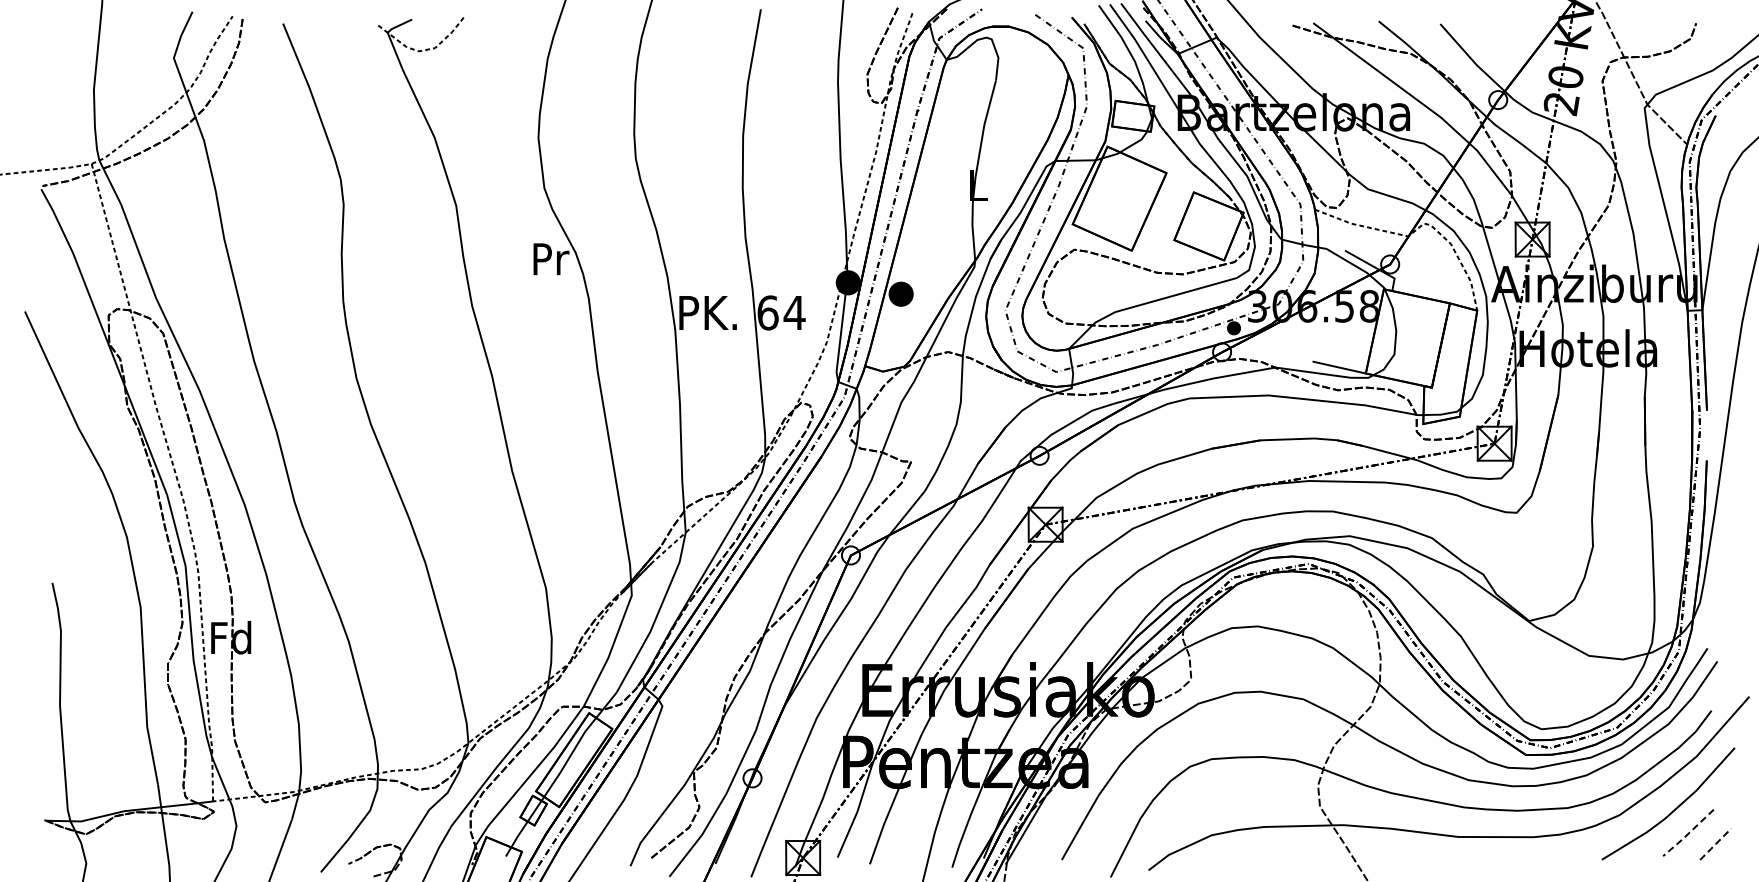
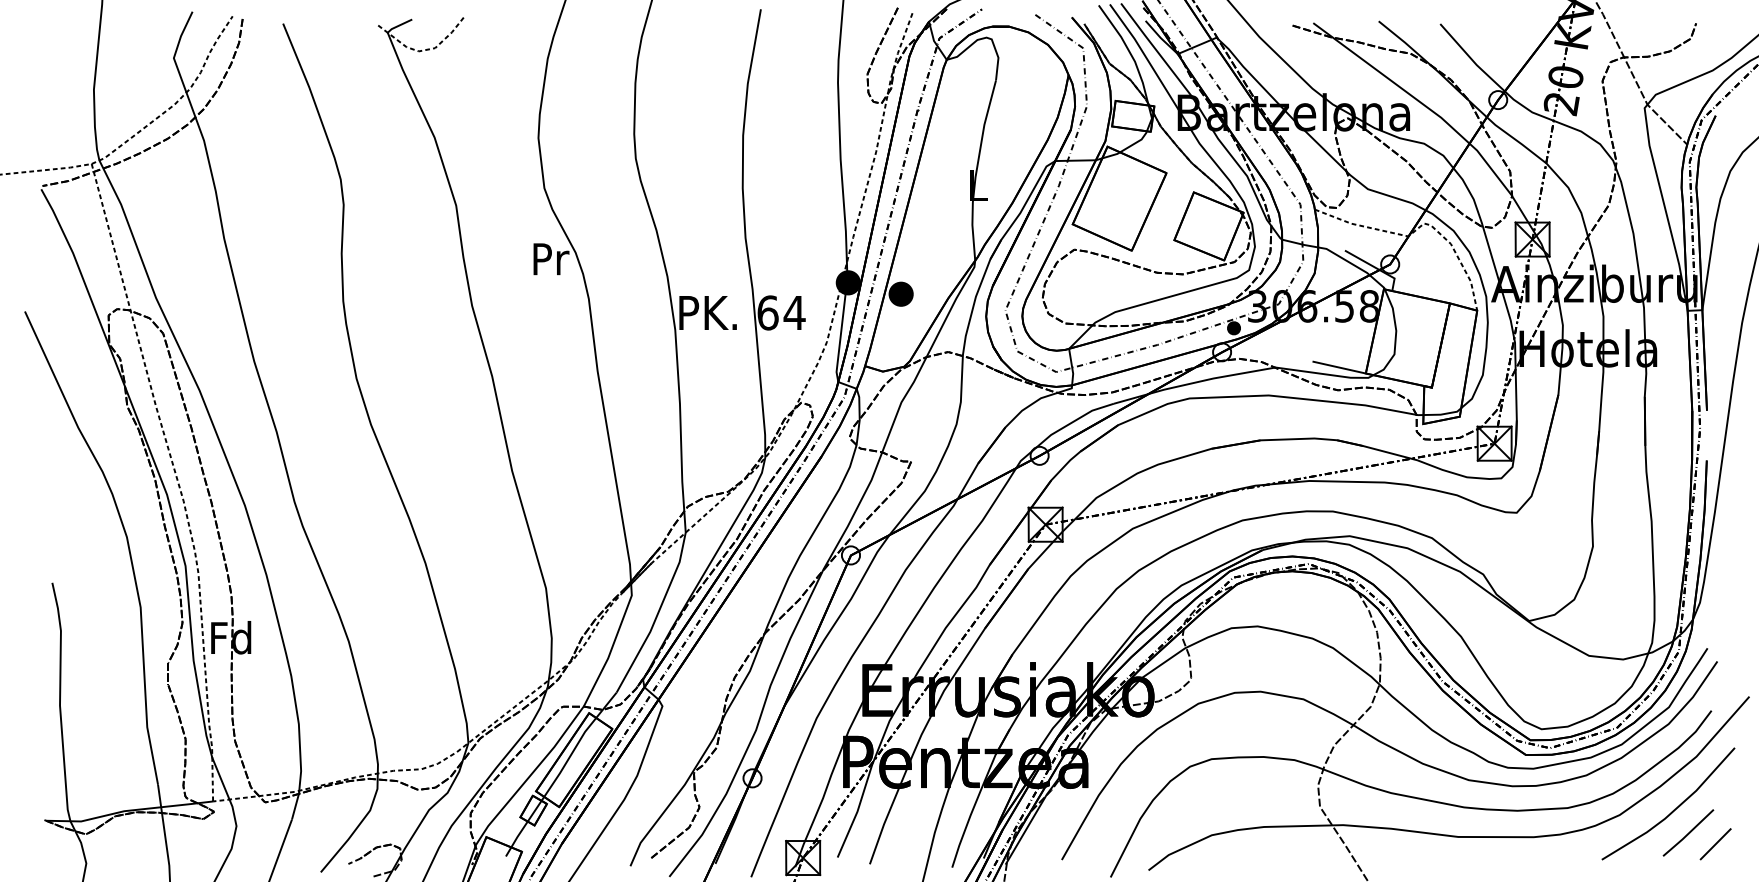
line at (1688, 833): dashed -> solid
line at (1716, 843): dashed -> solid
